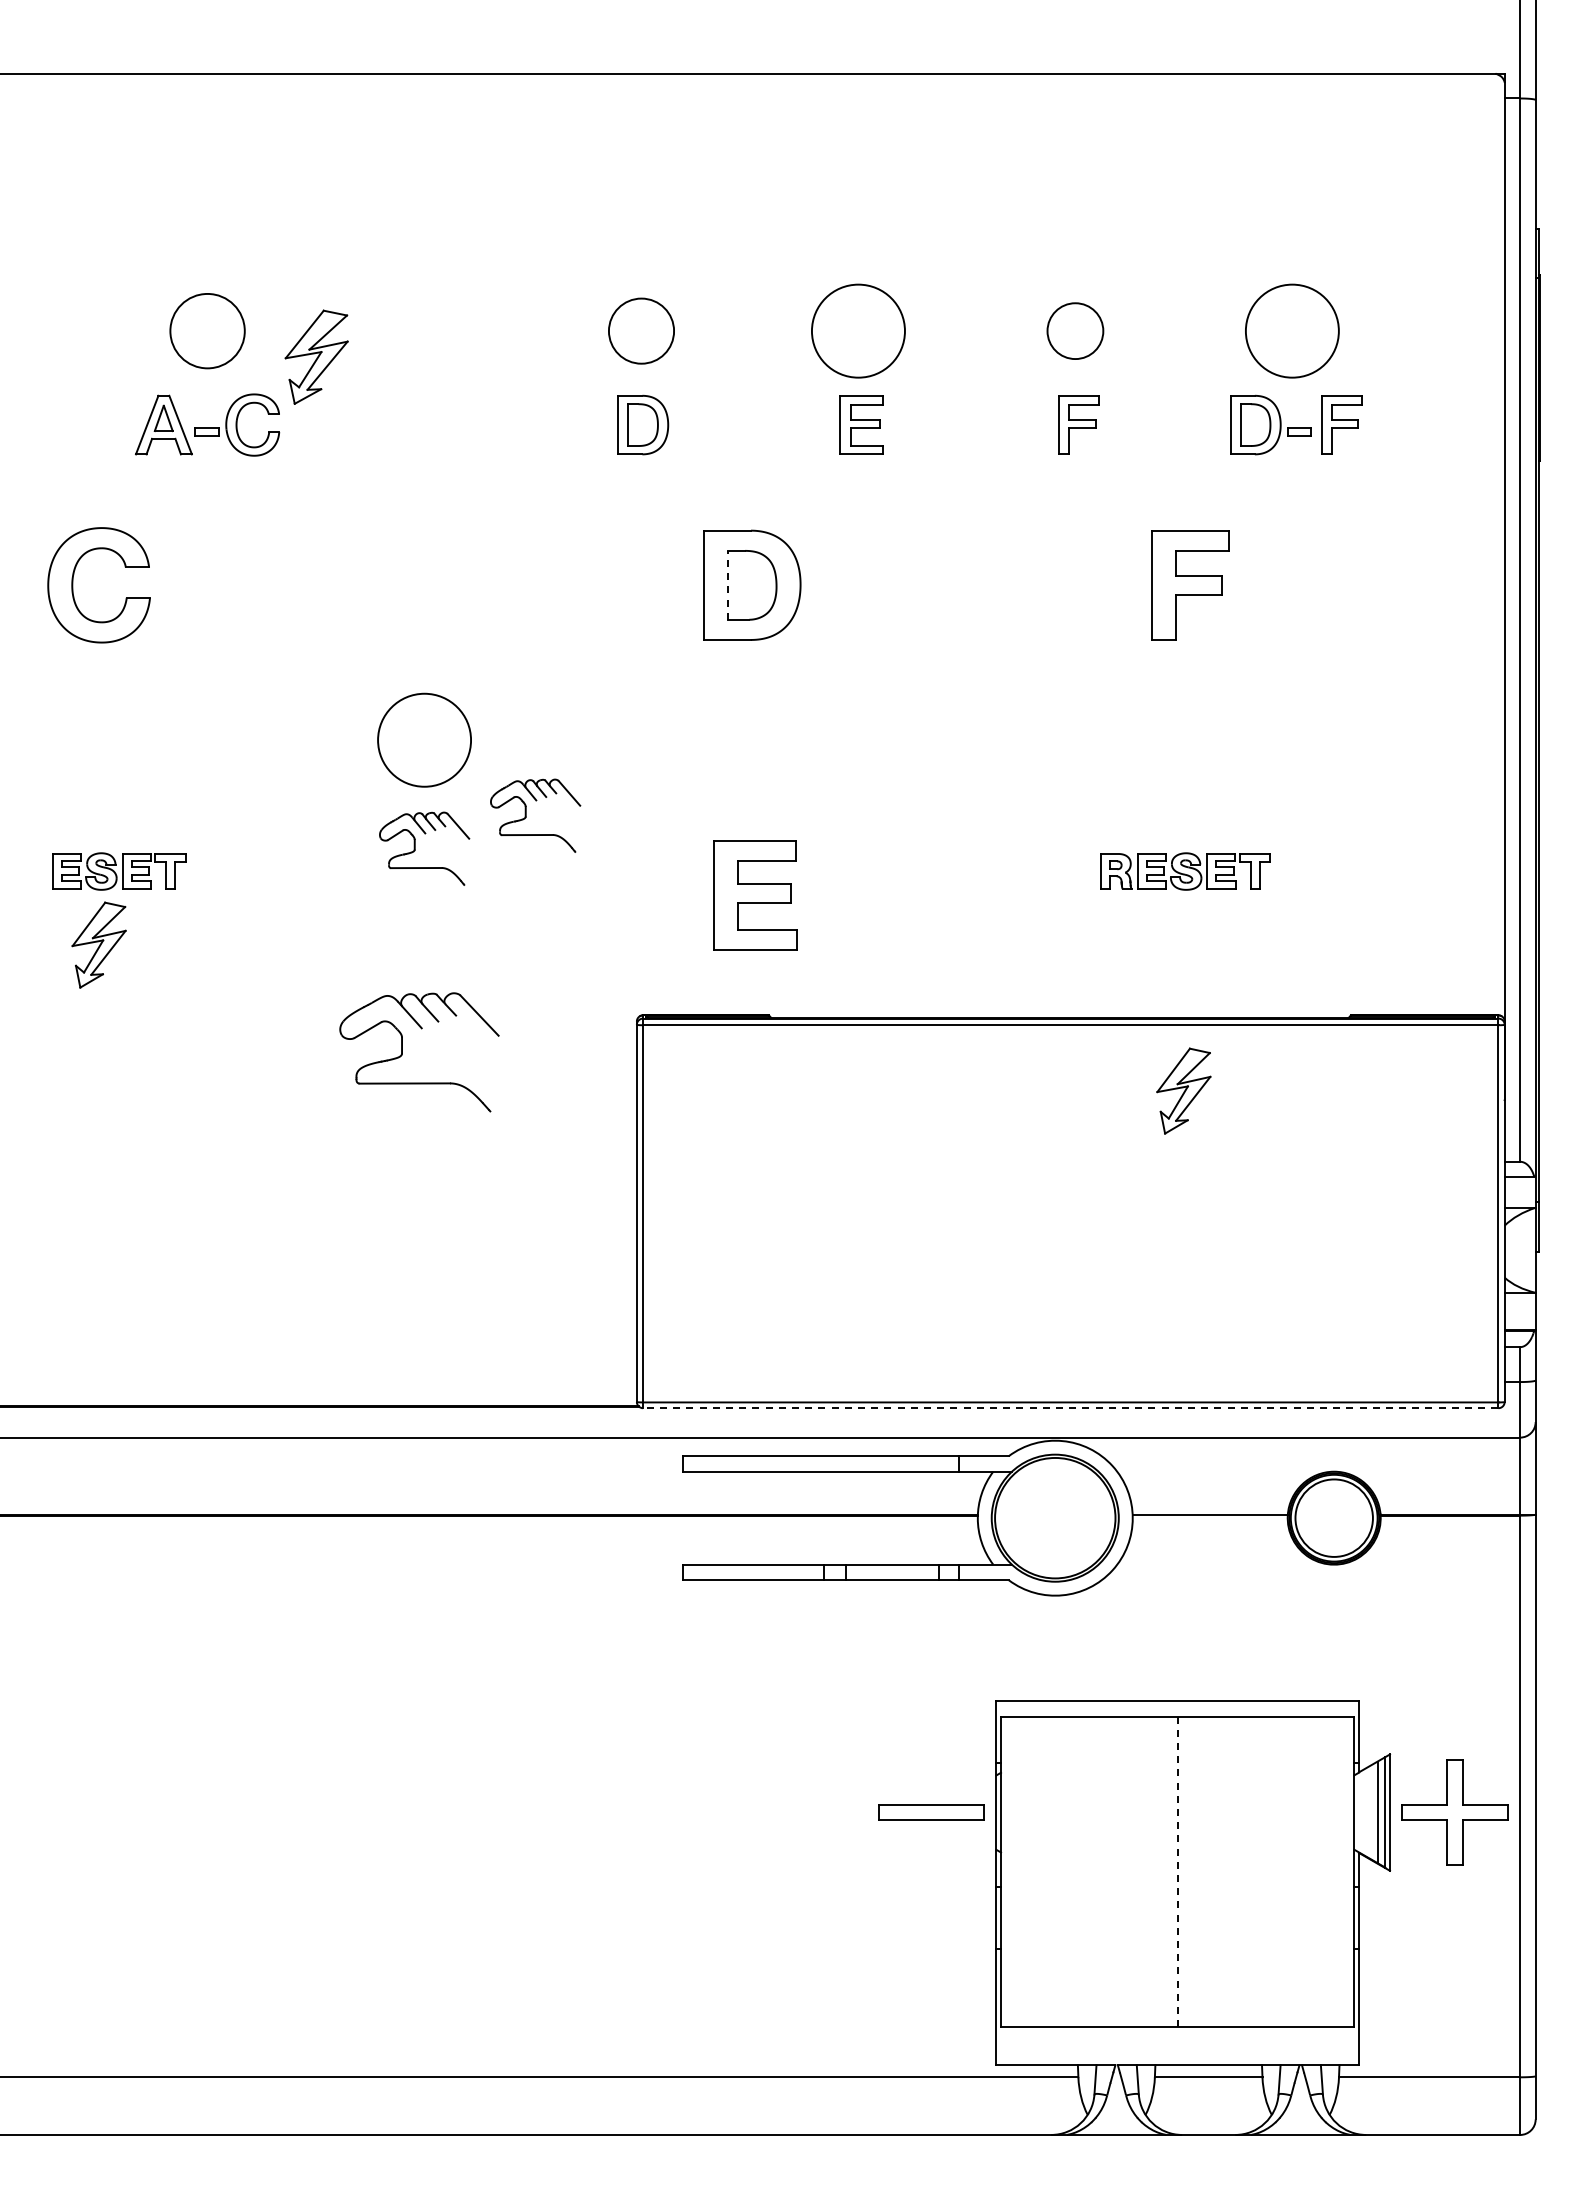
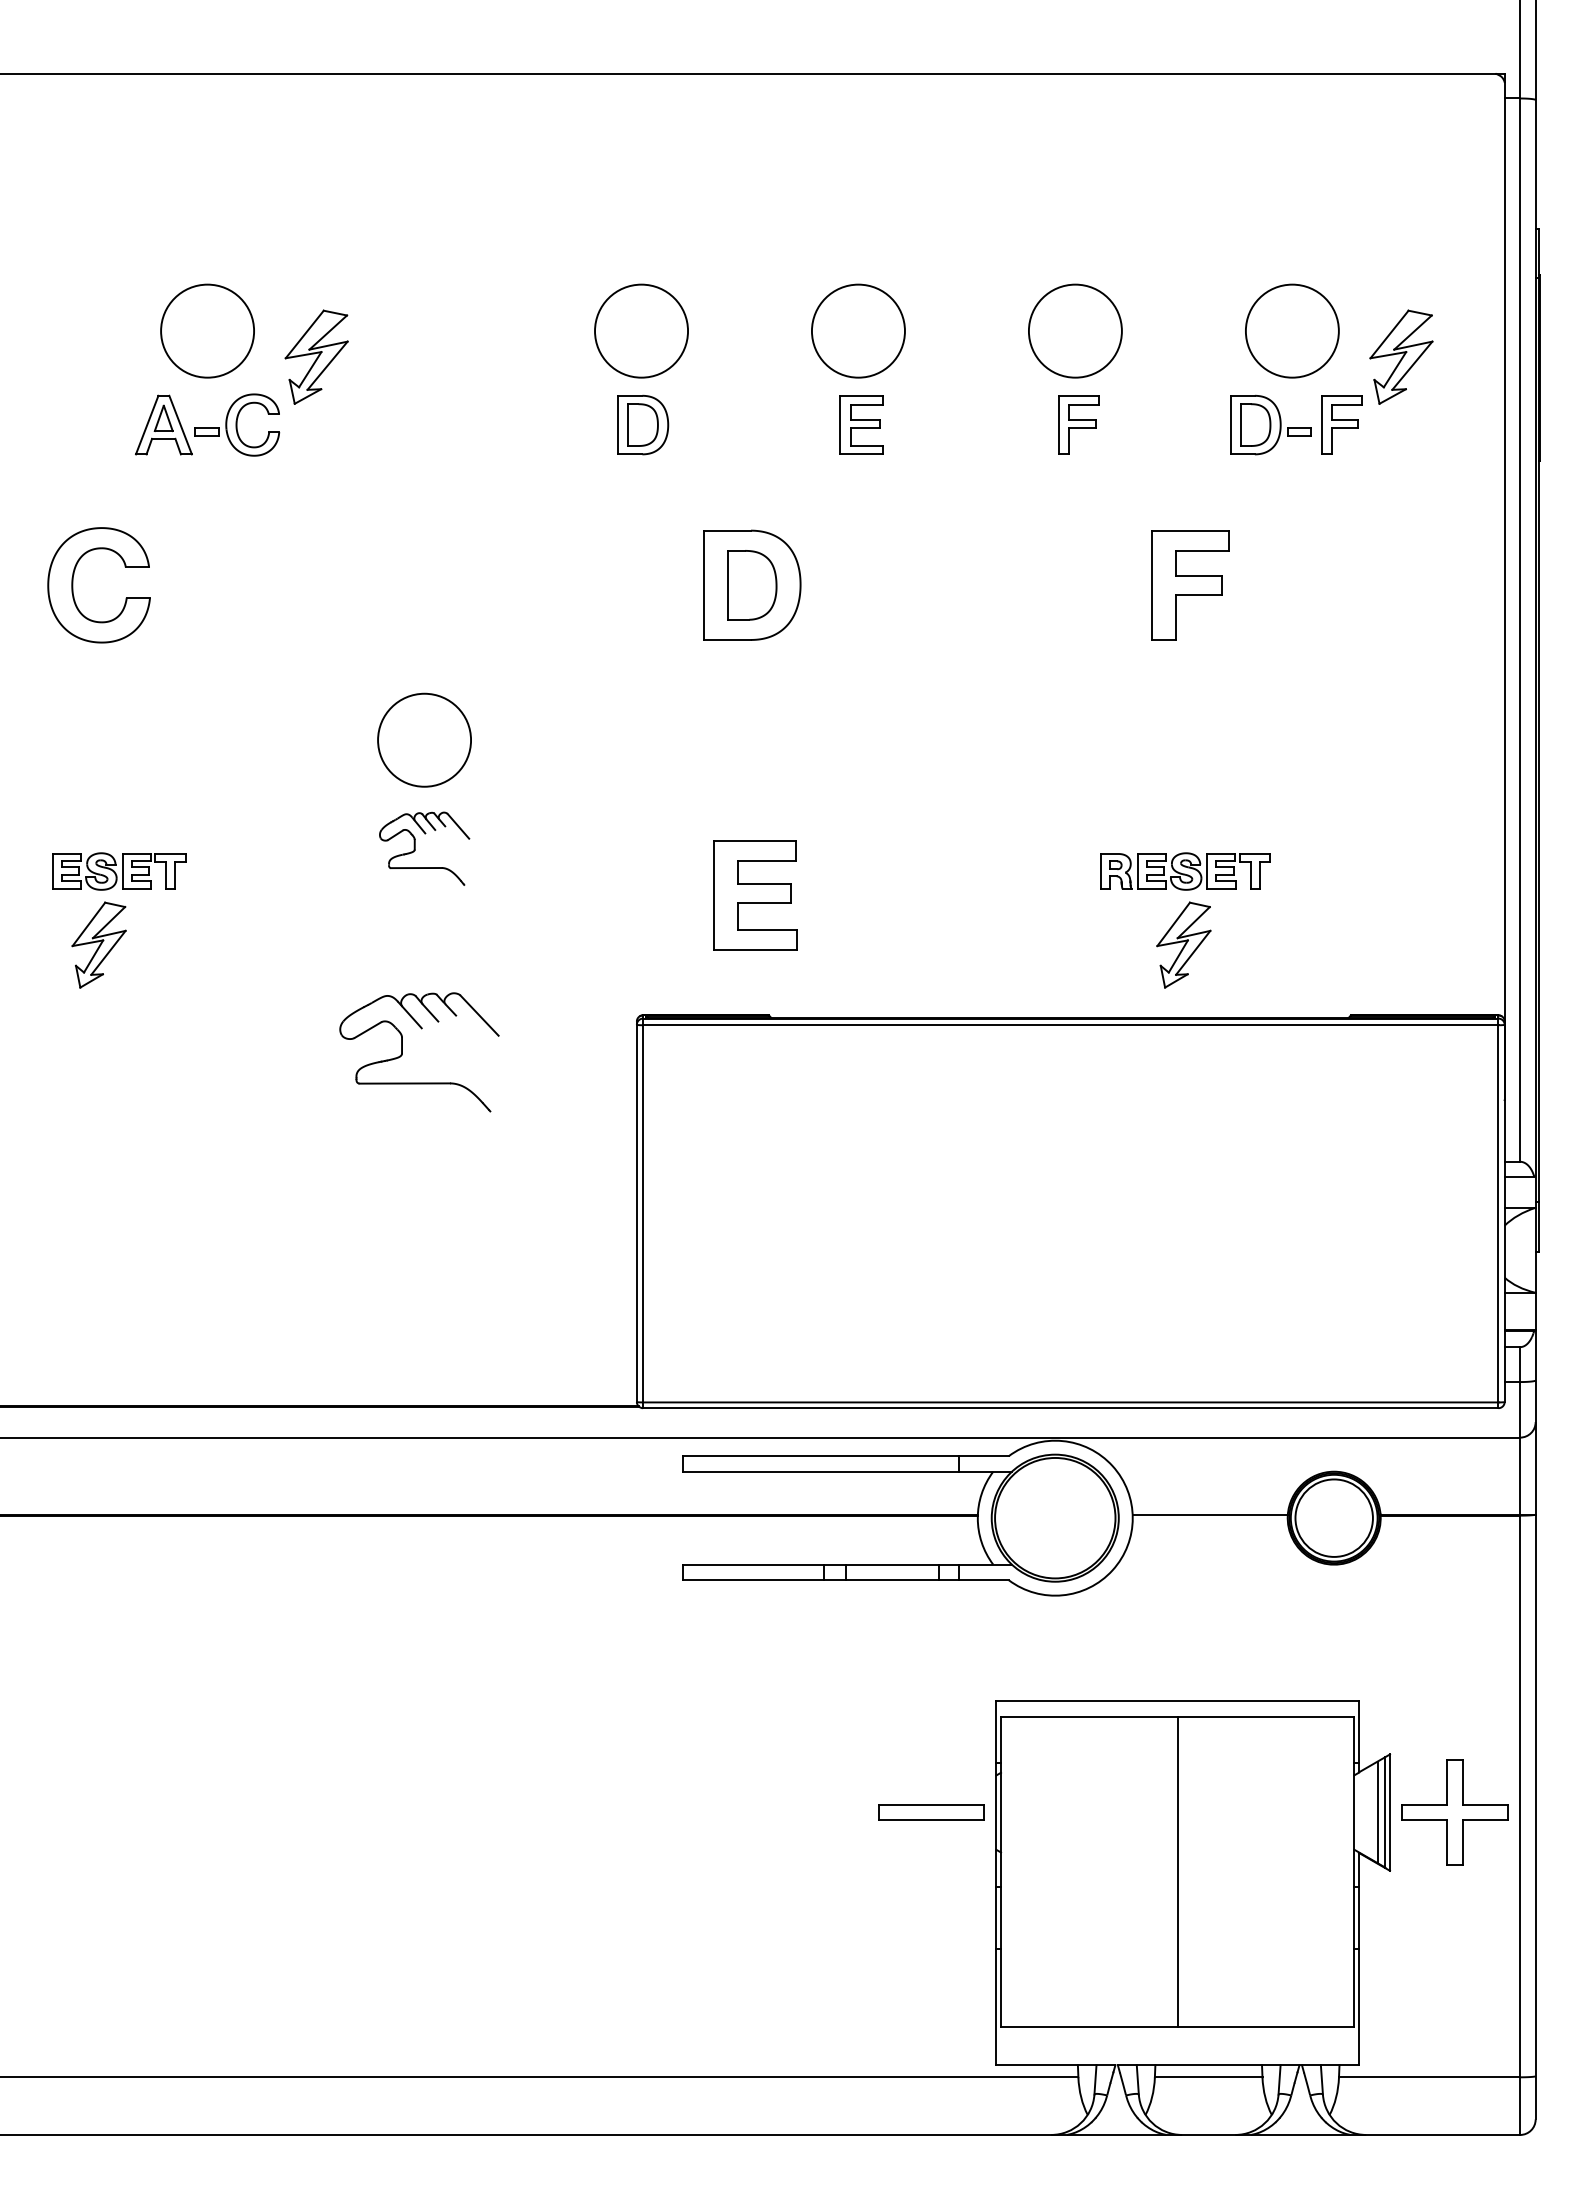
circle at (207, 330) diameter: 74 px -> 93 px
circle at (641, 330) diameter: 65 px -> 93 px
circle at (1075, 331) diameter: 56 px -> 93 px
part at (1401, 356): none -> present
line at (727, 584): dashed -> solid
part at (526, 815): present -> none
part at (1183, 1090) position: (1183, 1090) -> (1183, 944)
line at (1070, 1408): dashed -> solid
line at (1177, 1872): dashed -> solid
